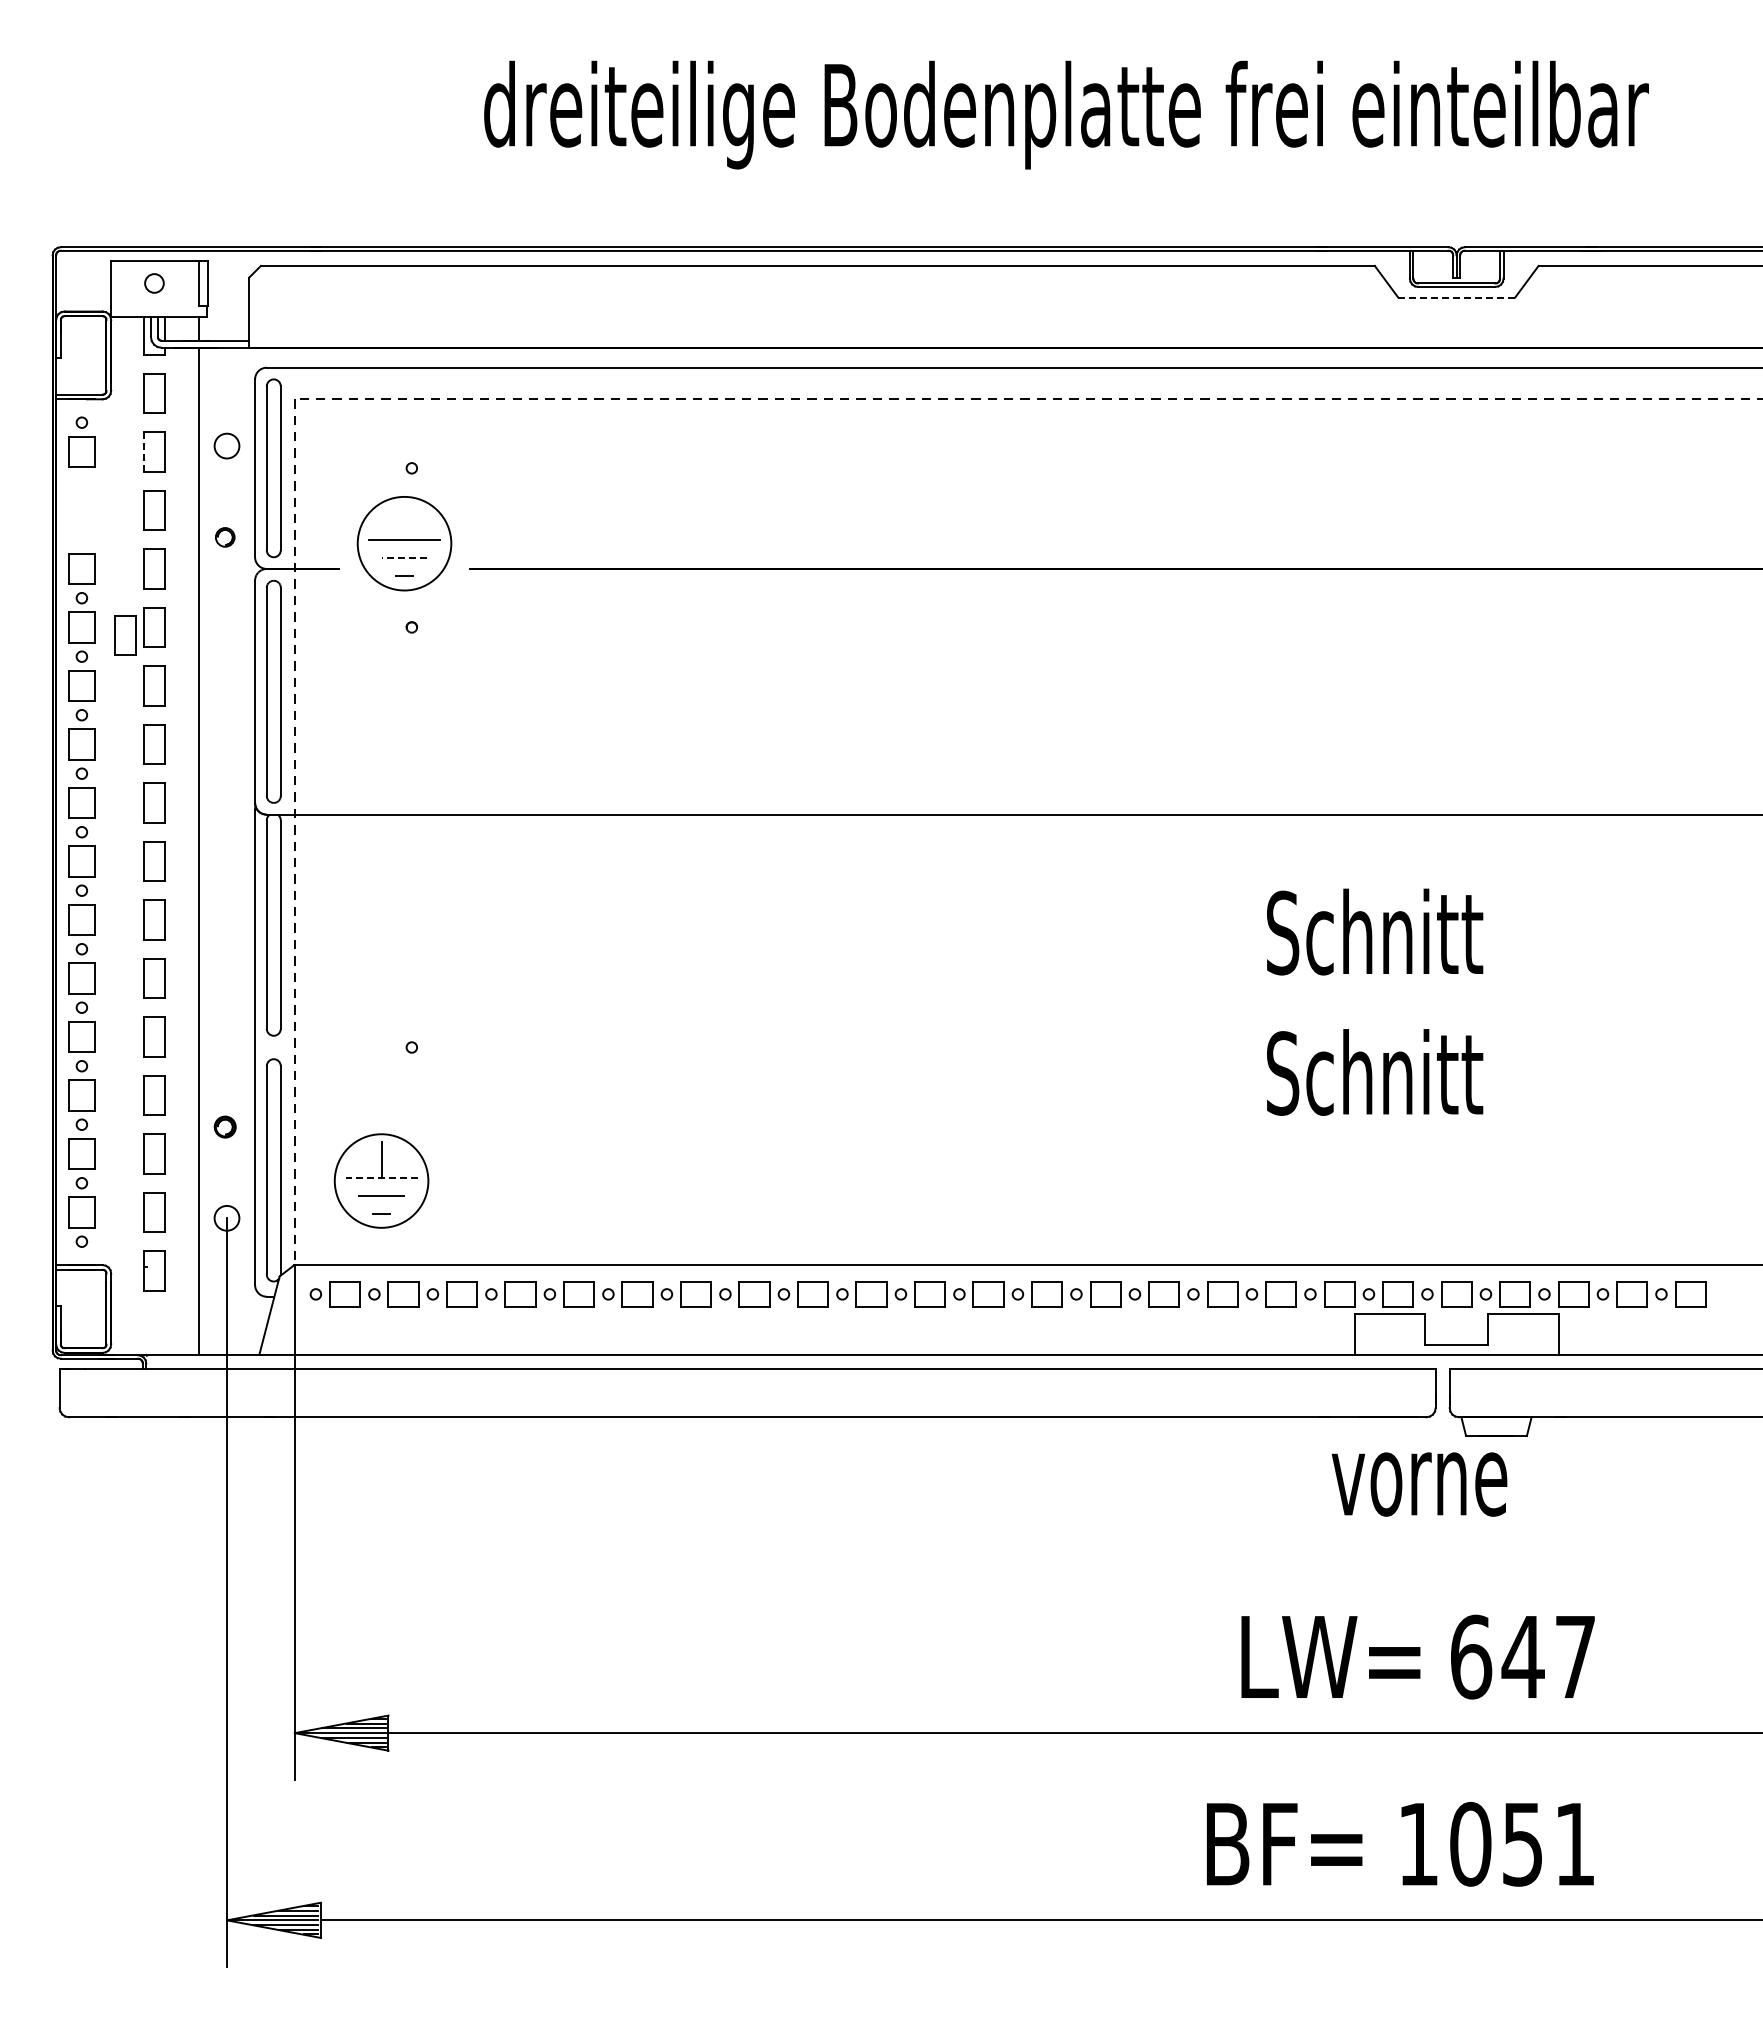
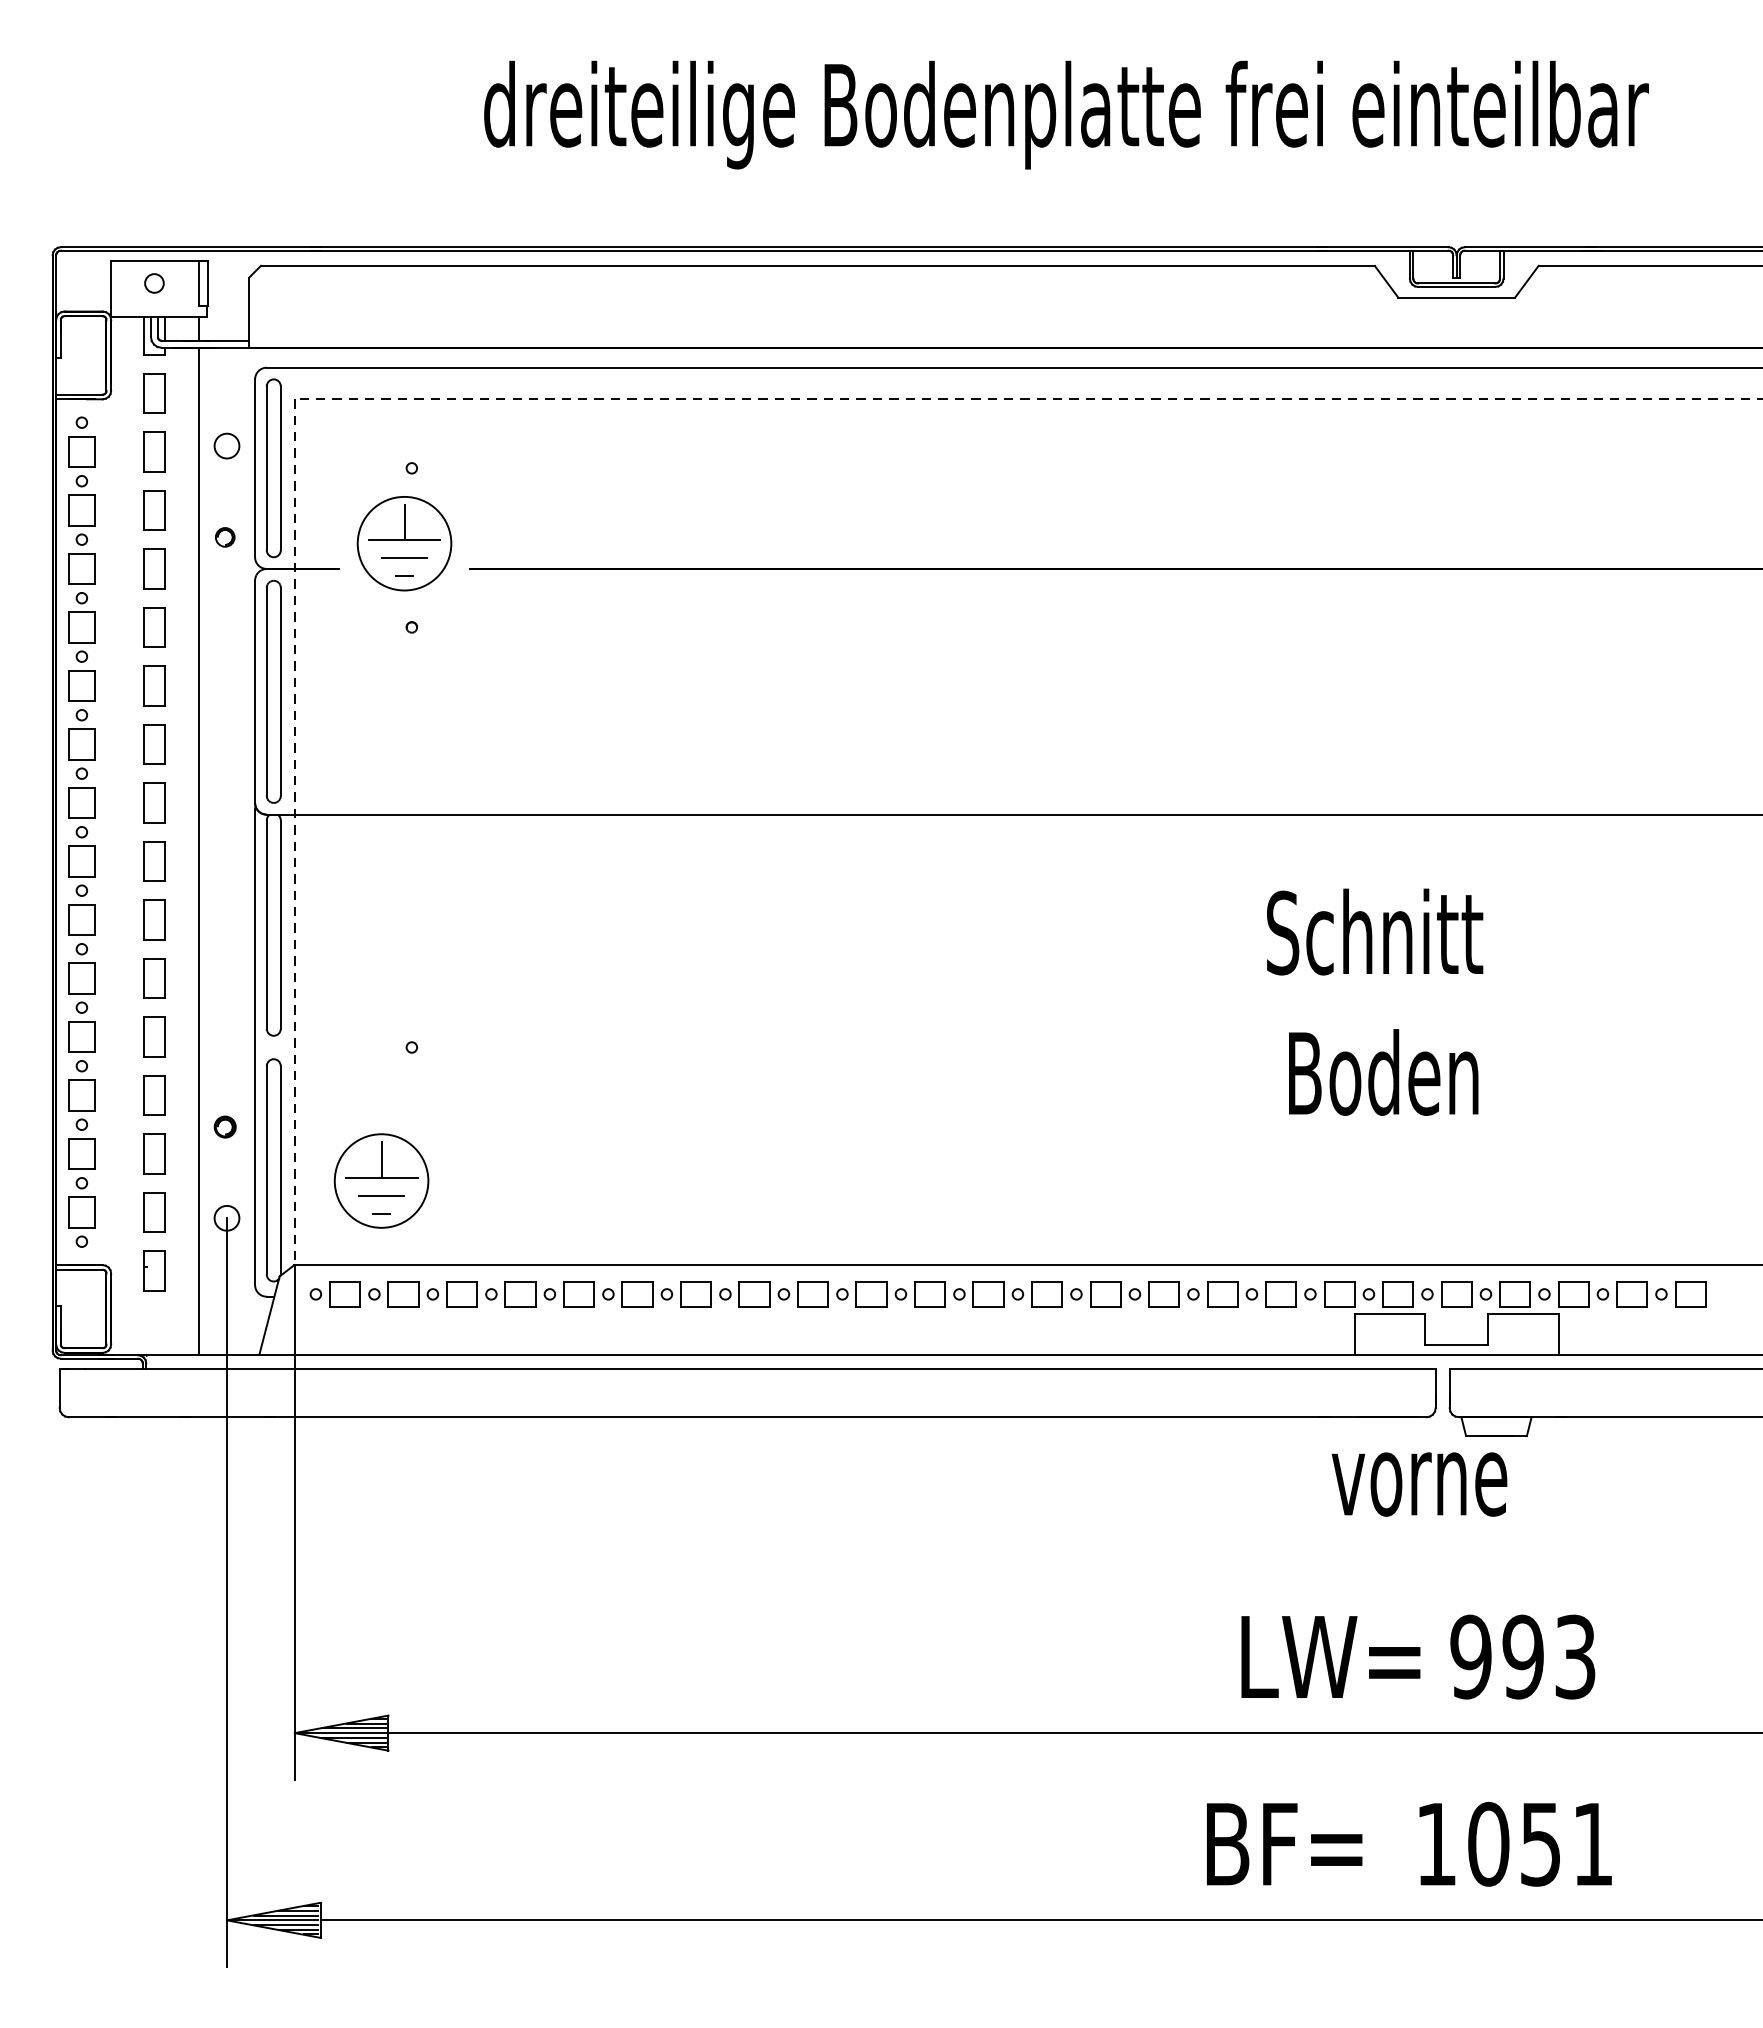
line at (1456, 297): dashed -> solid
line at (143, 451): dashed -> solid
part at (81, 510): none -> present
line at (404, 522): none -> present
line at (404, 558): dashed -> solid
part at (125, 635): present -> none
text at (1375, 1072): Schnitt -> Boden
line at (381, 1177): dashed -> solid
text at (1522, 1656): 647 -> 993
text at (1497, 1844) position: (1497, 1844) -> (1515, 1844)
